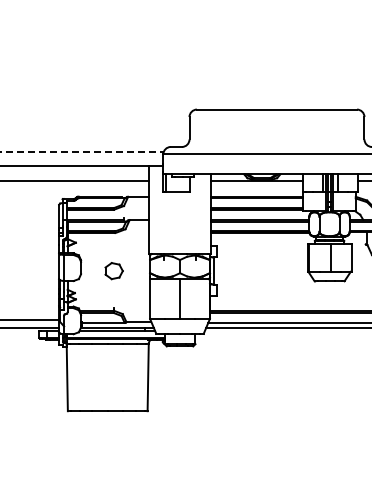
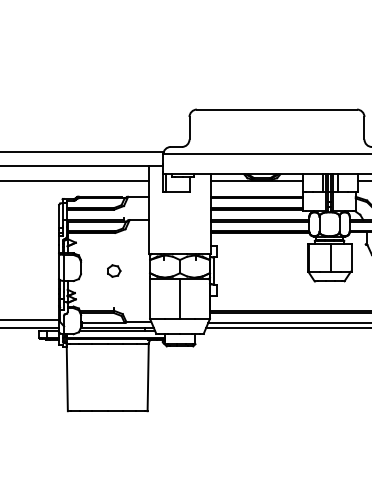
line at (82, 152): dashed -> solid
part at (113, 271) size: 20x19 px -> 15x14 px
